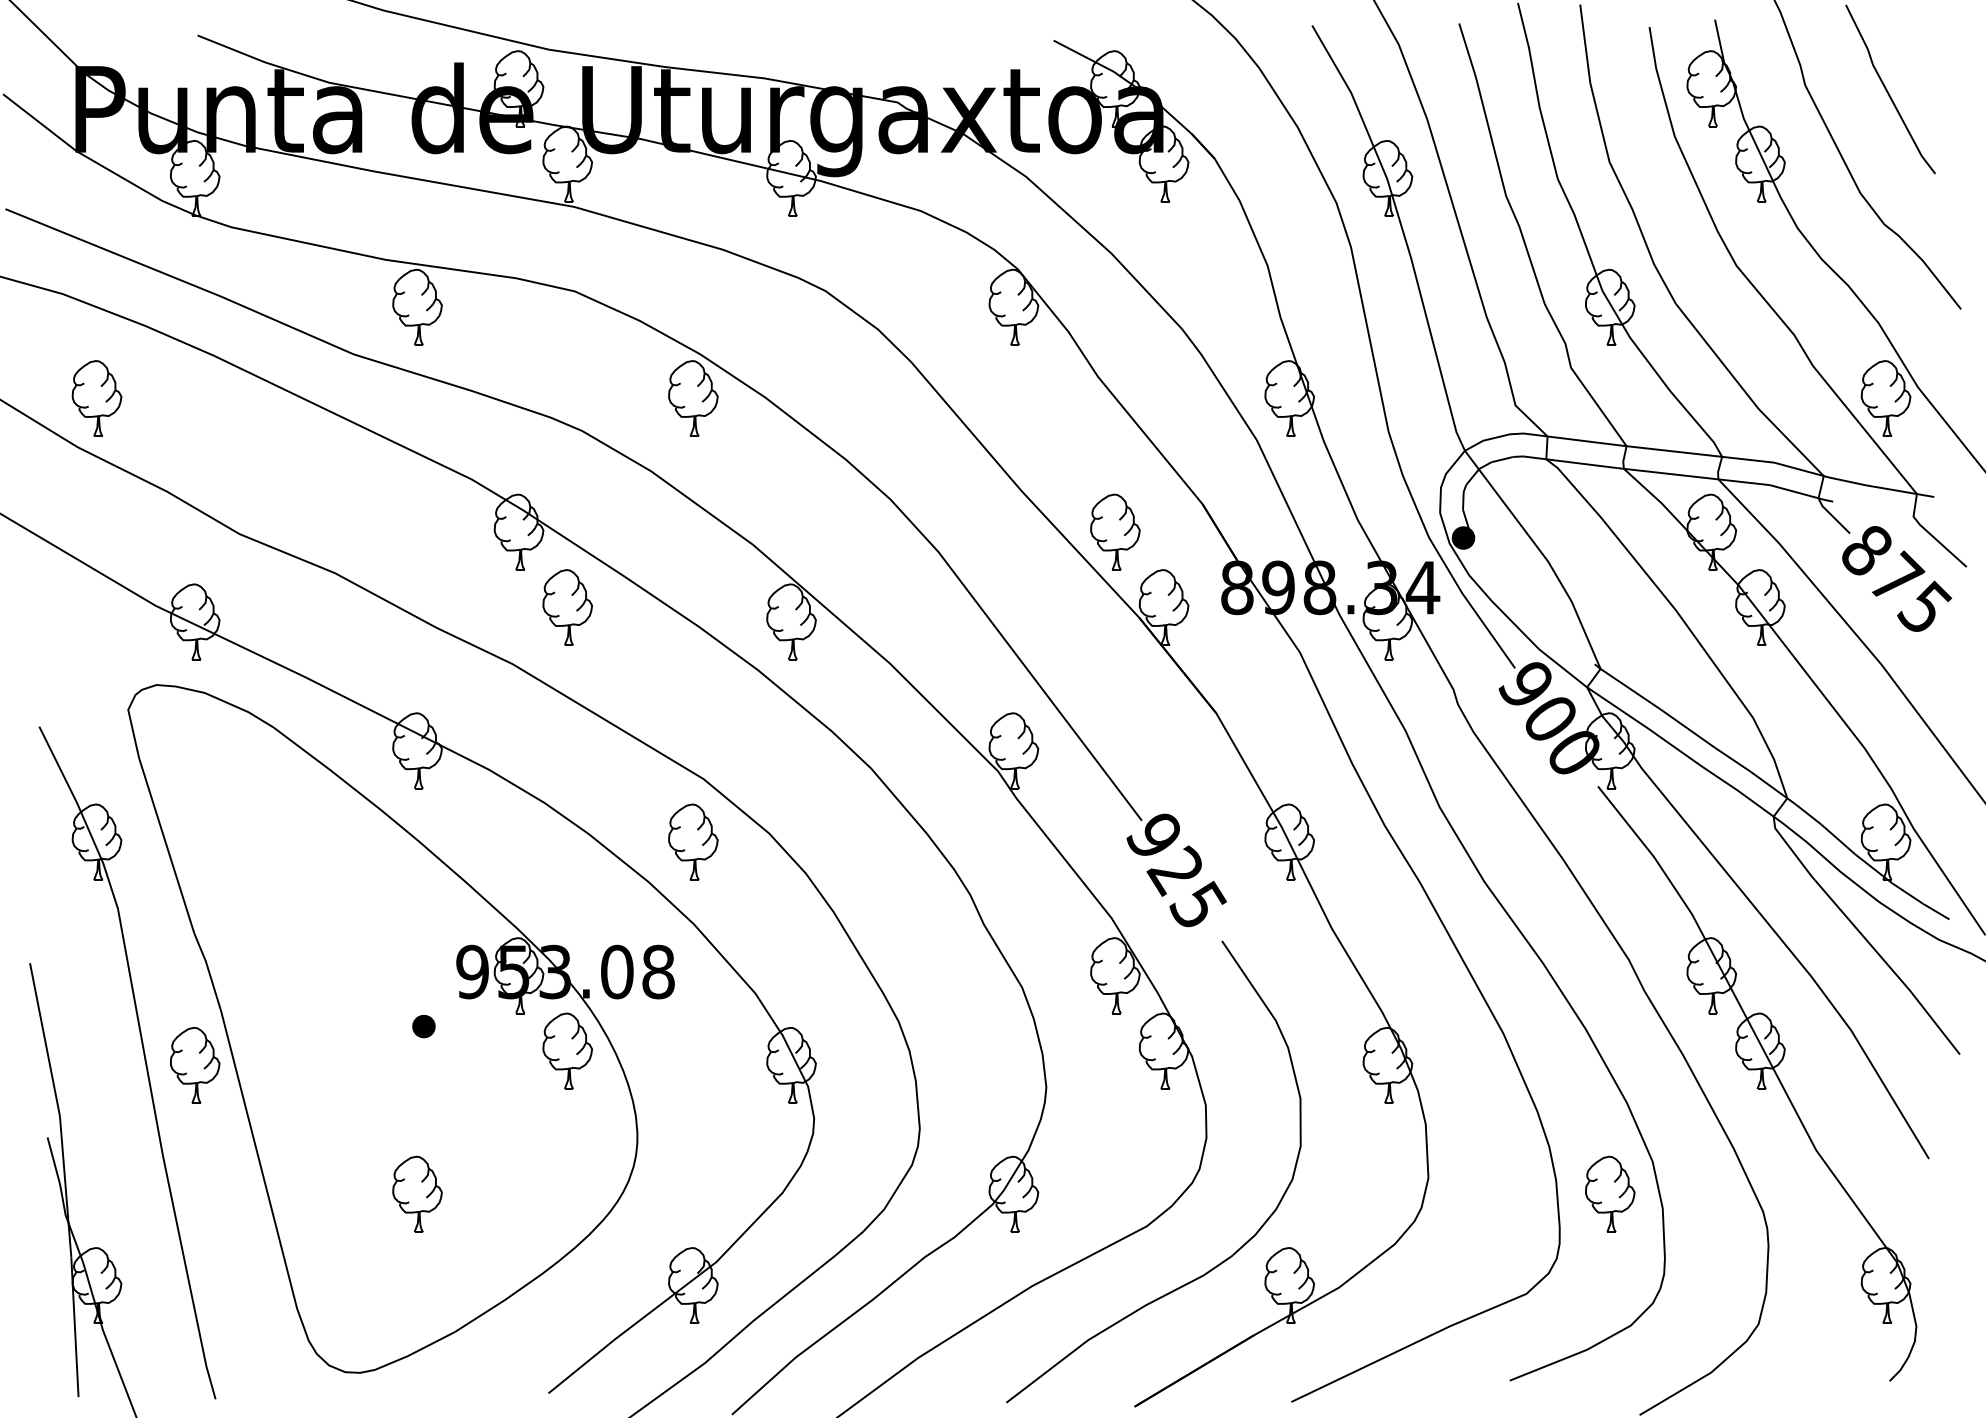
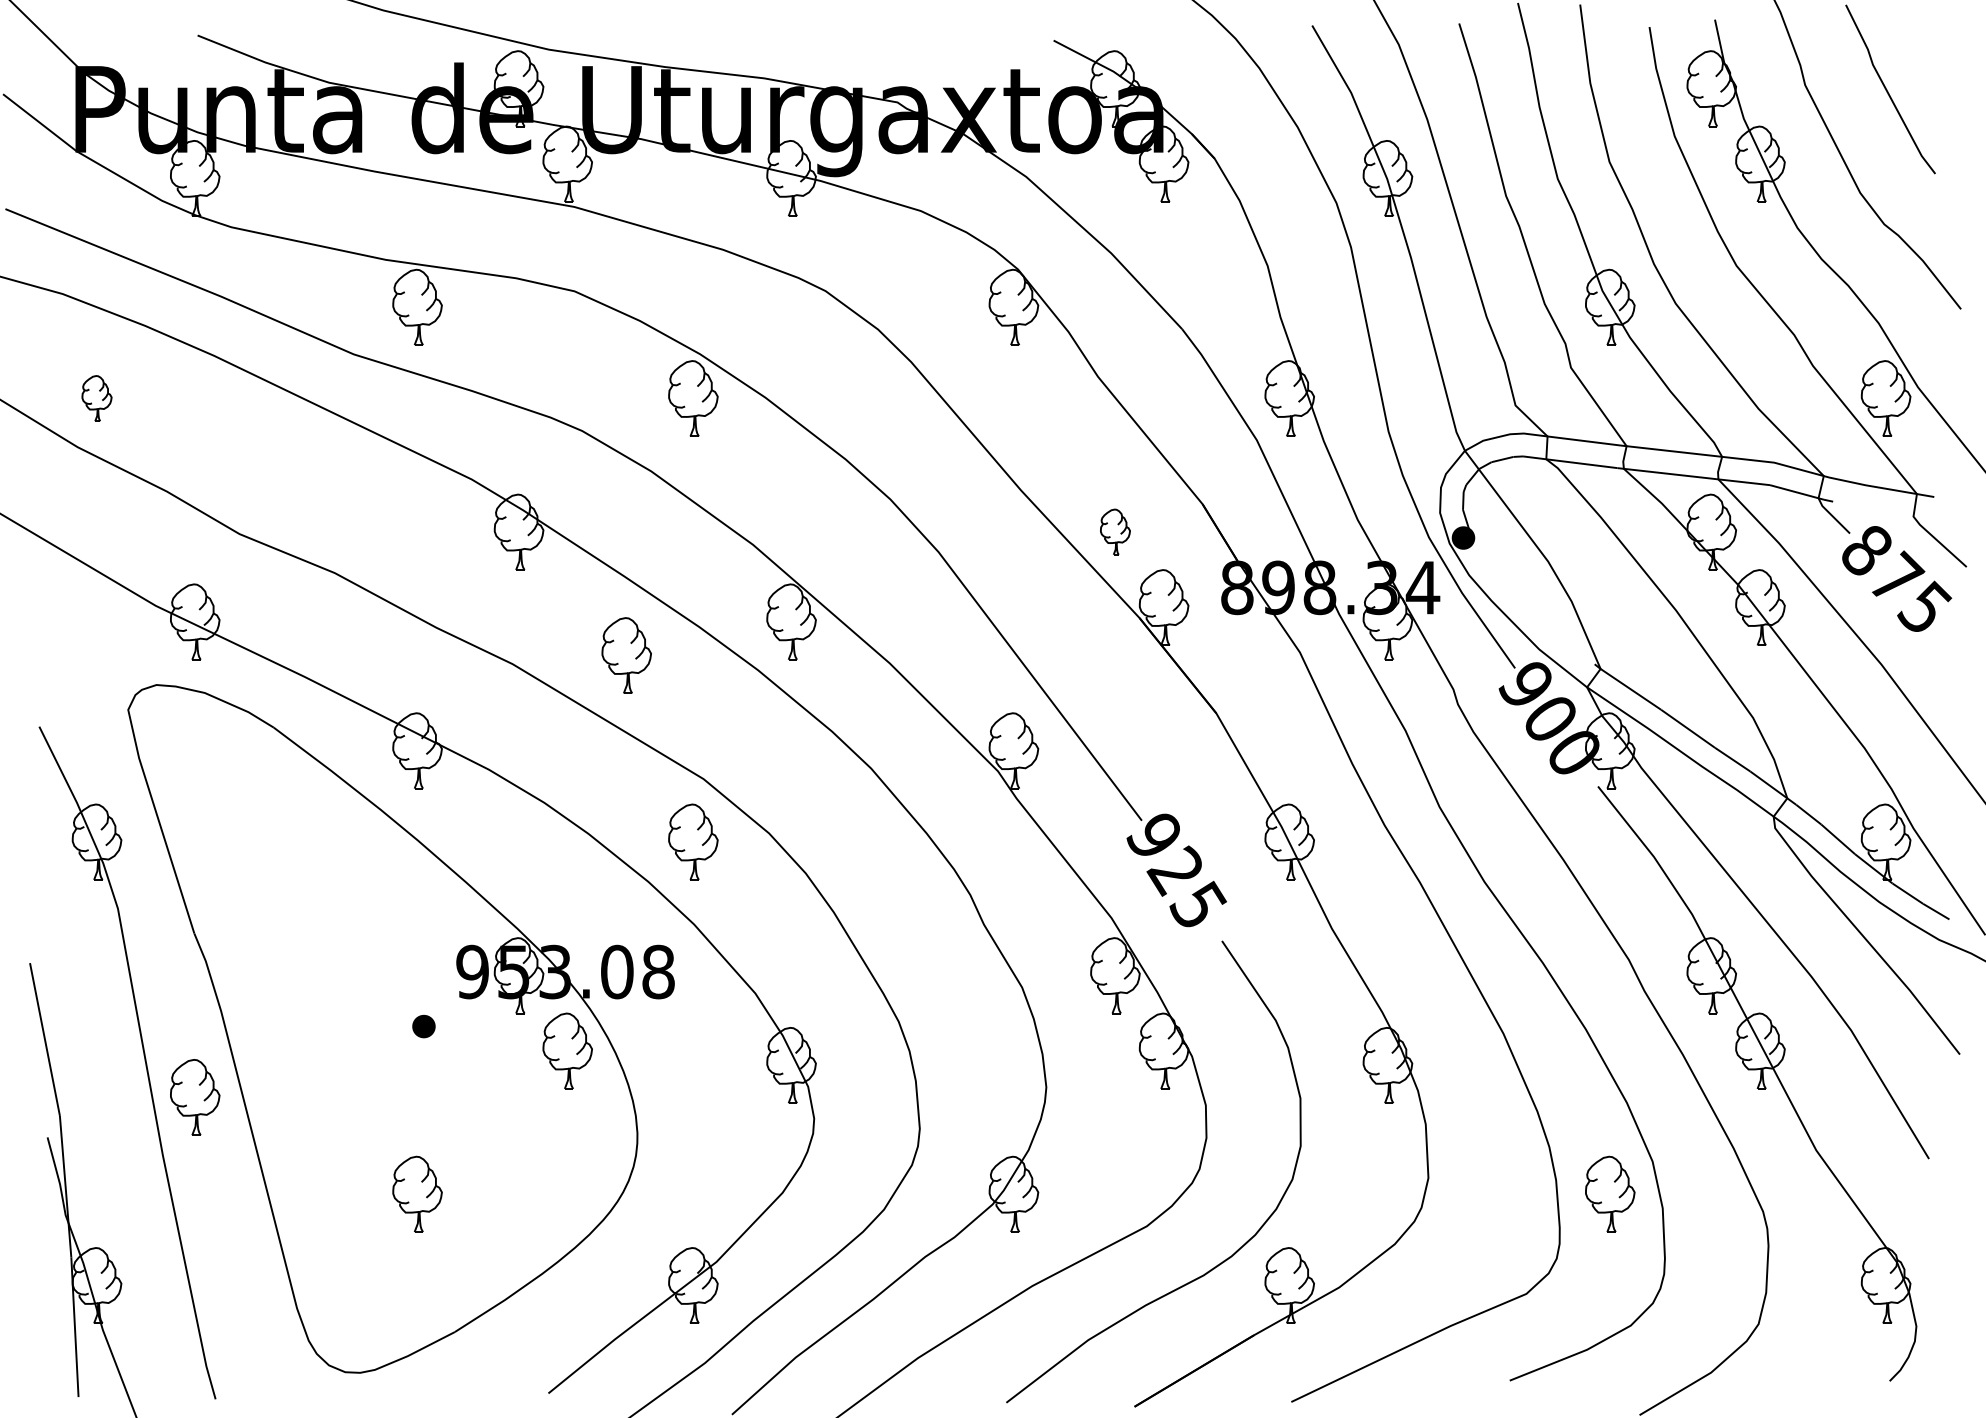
part at (96, 398) size: 52x77 px -> 32x47 px
part at (1115, 531) size: 51x78 px -> 31x48 px
part at (567, 607) position: (567, 607) -> (626, 655)
part at (195, 1065) position: (195, 1065) -> (195, 1097)
